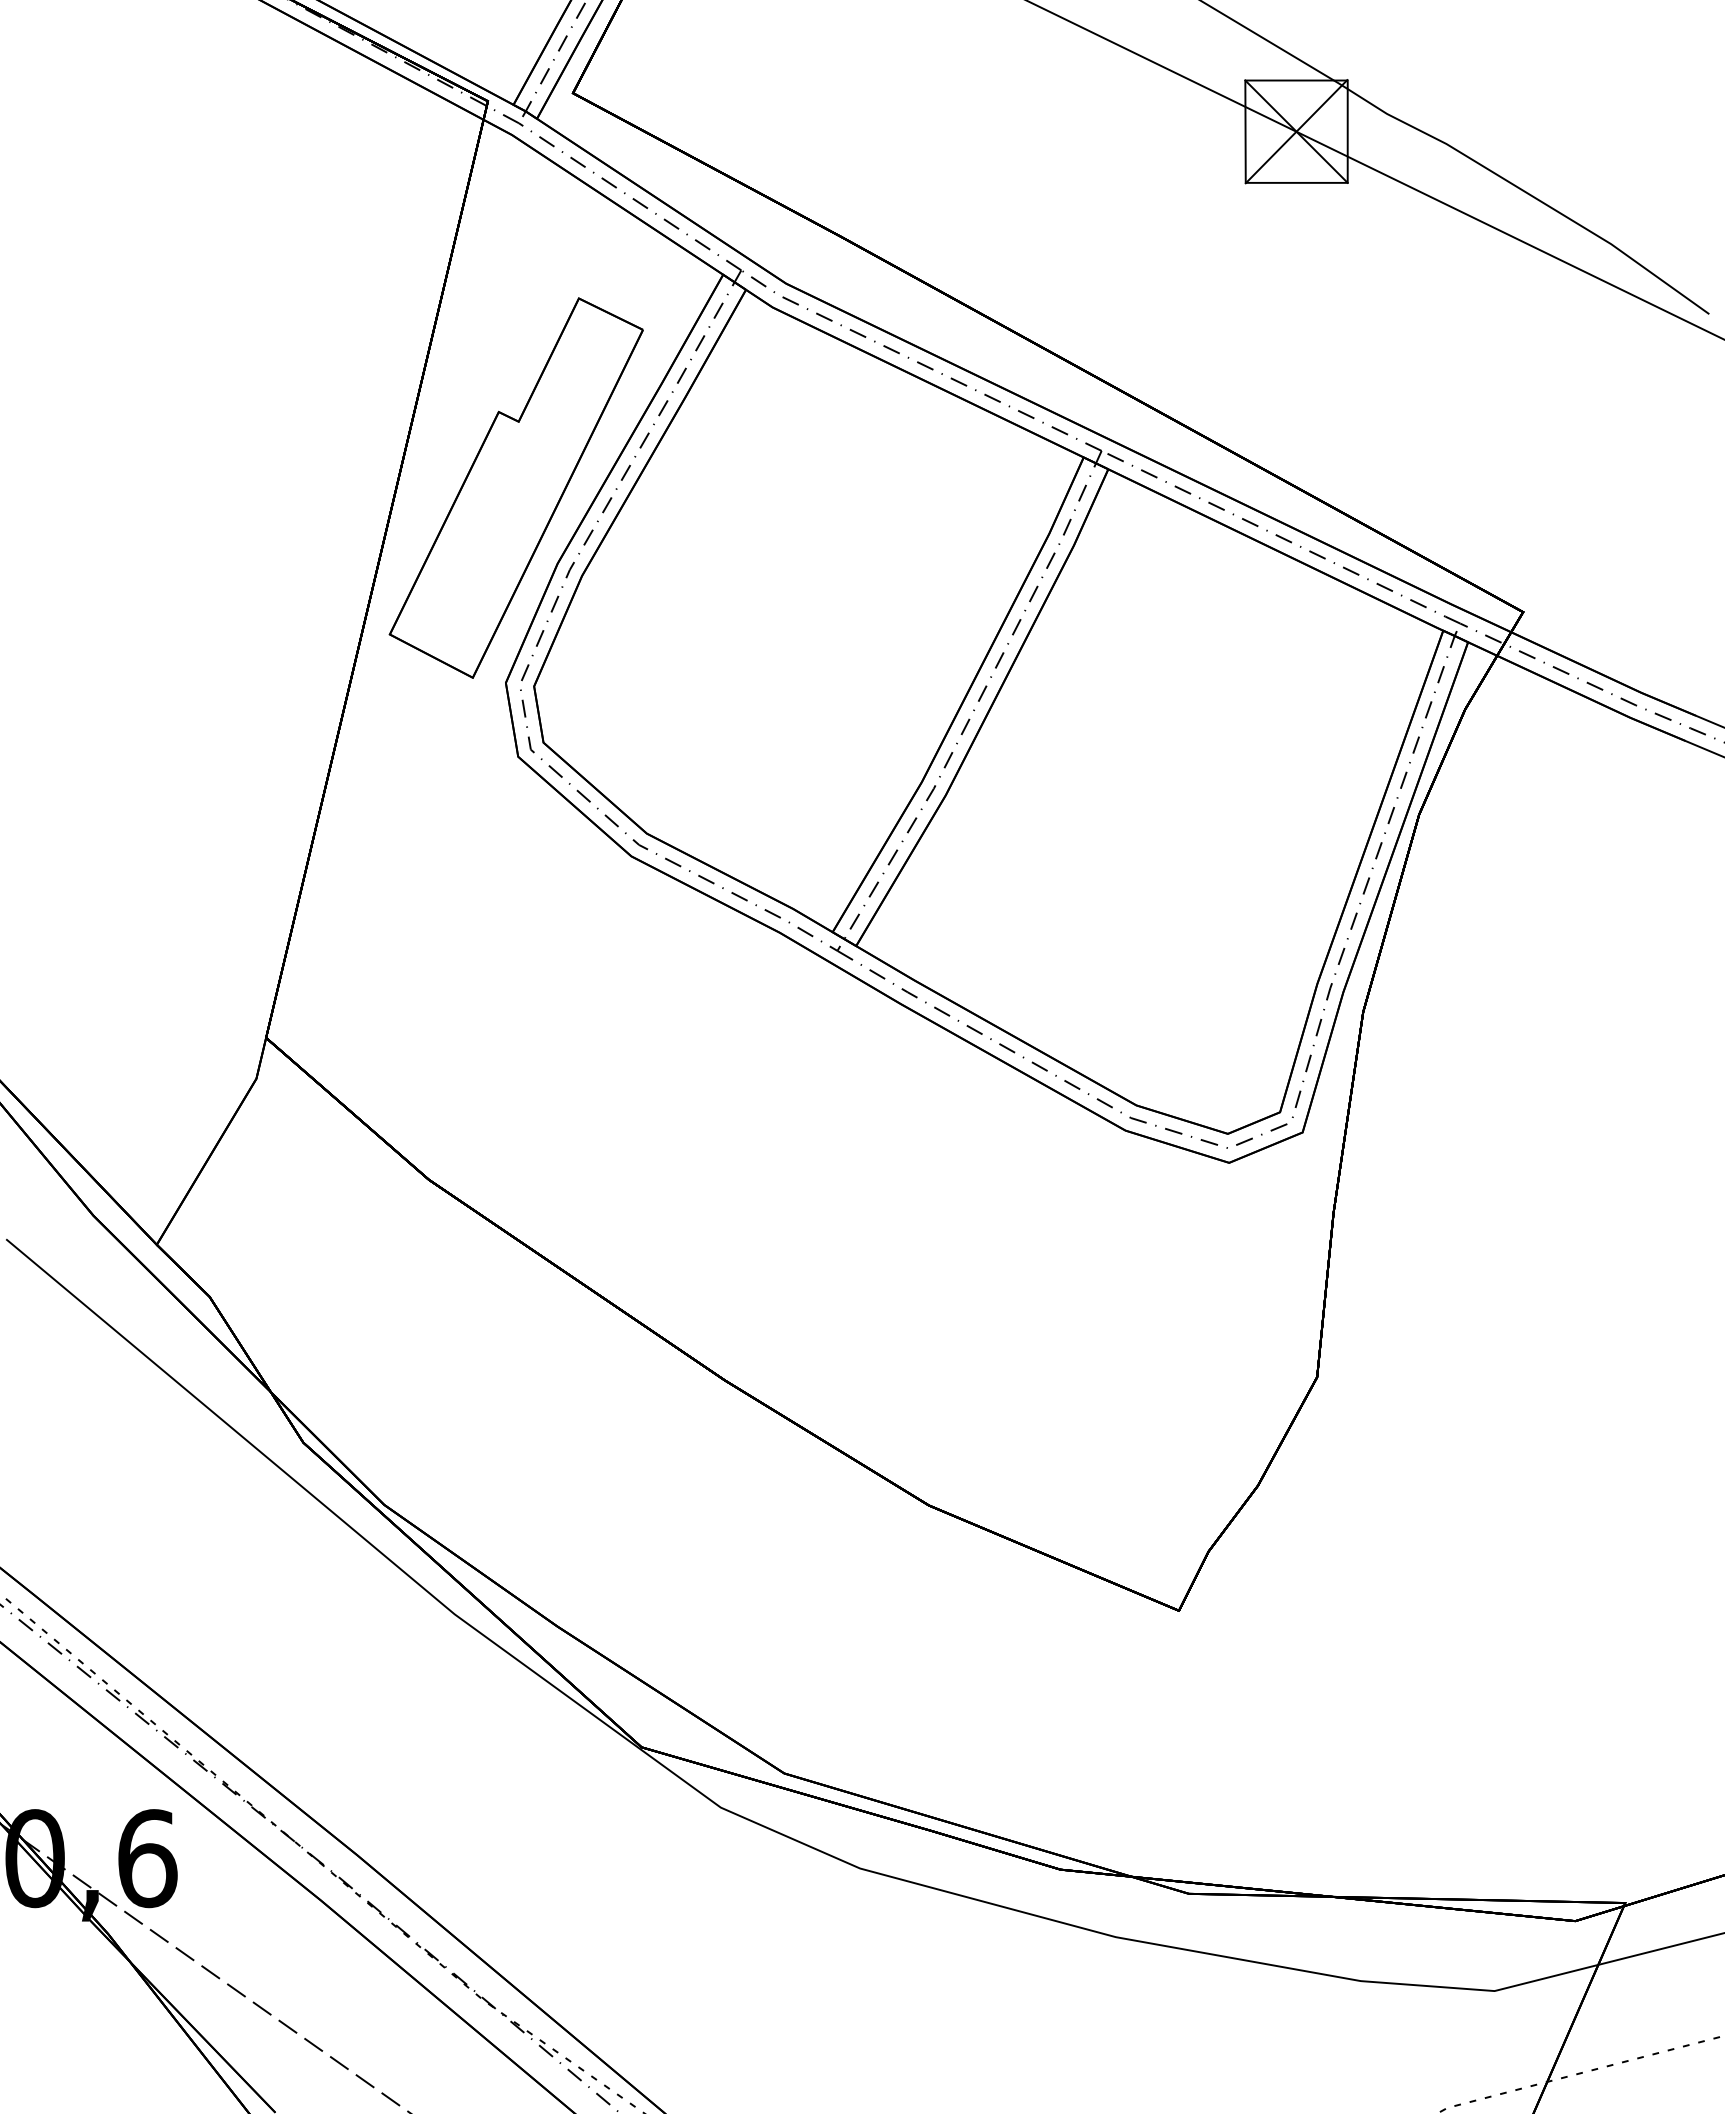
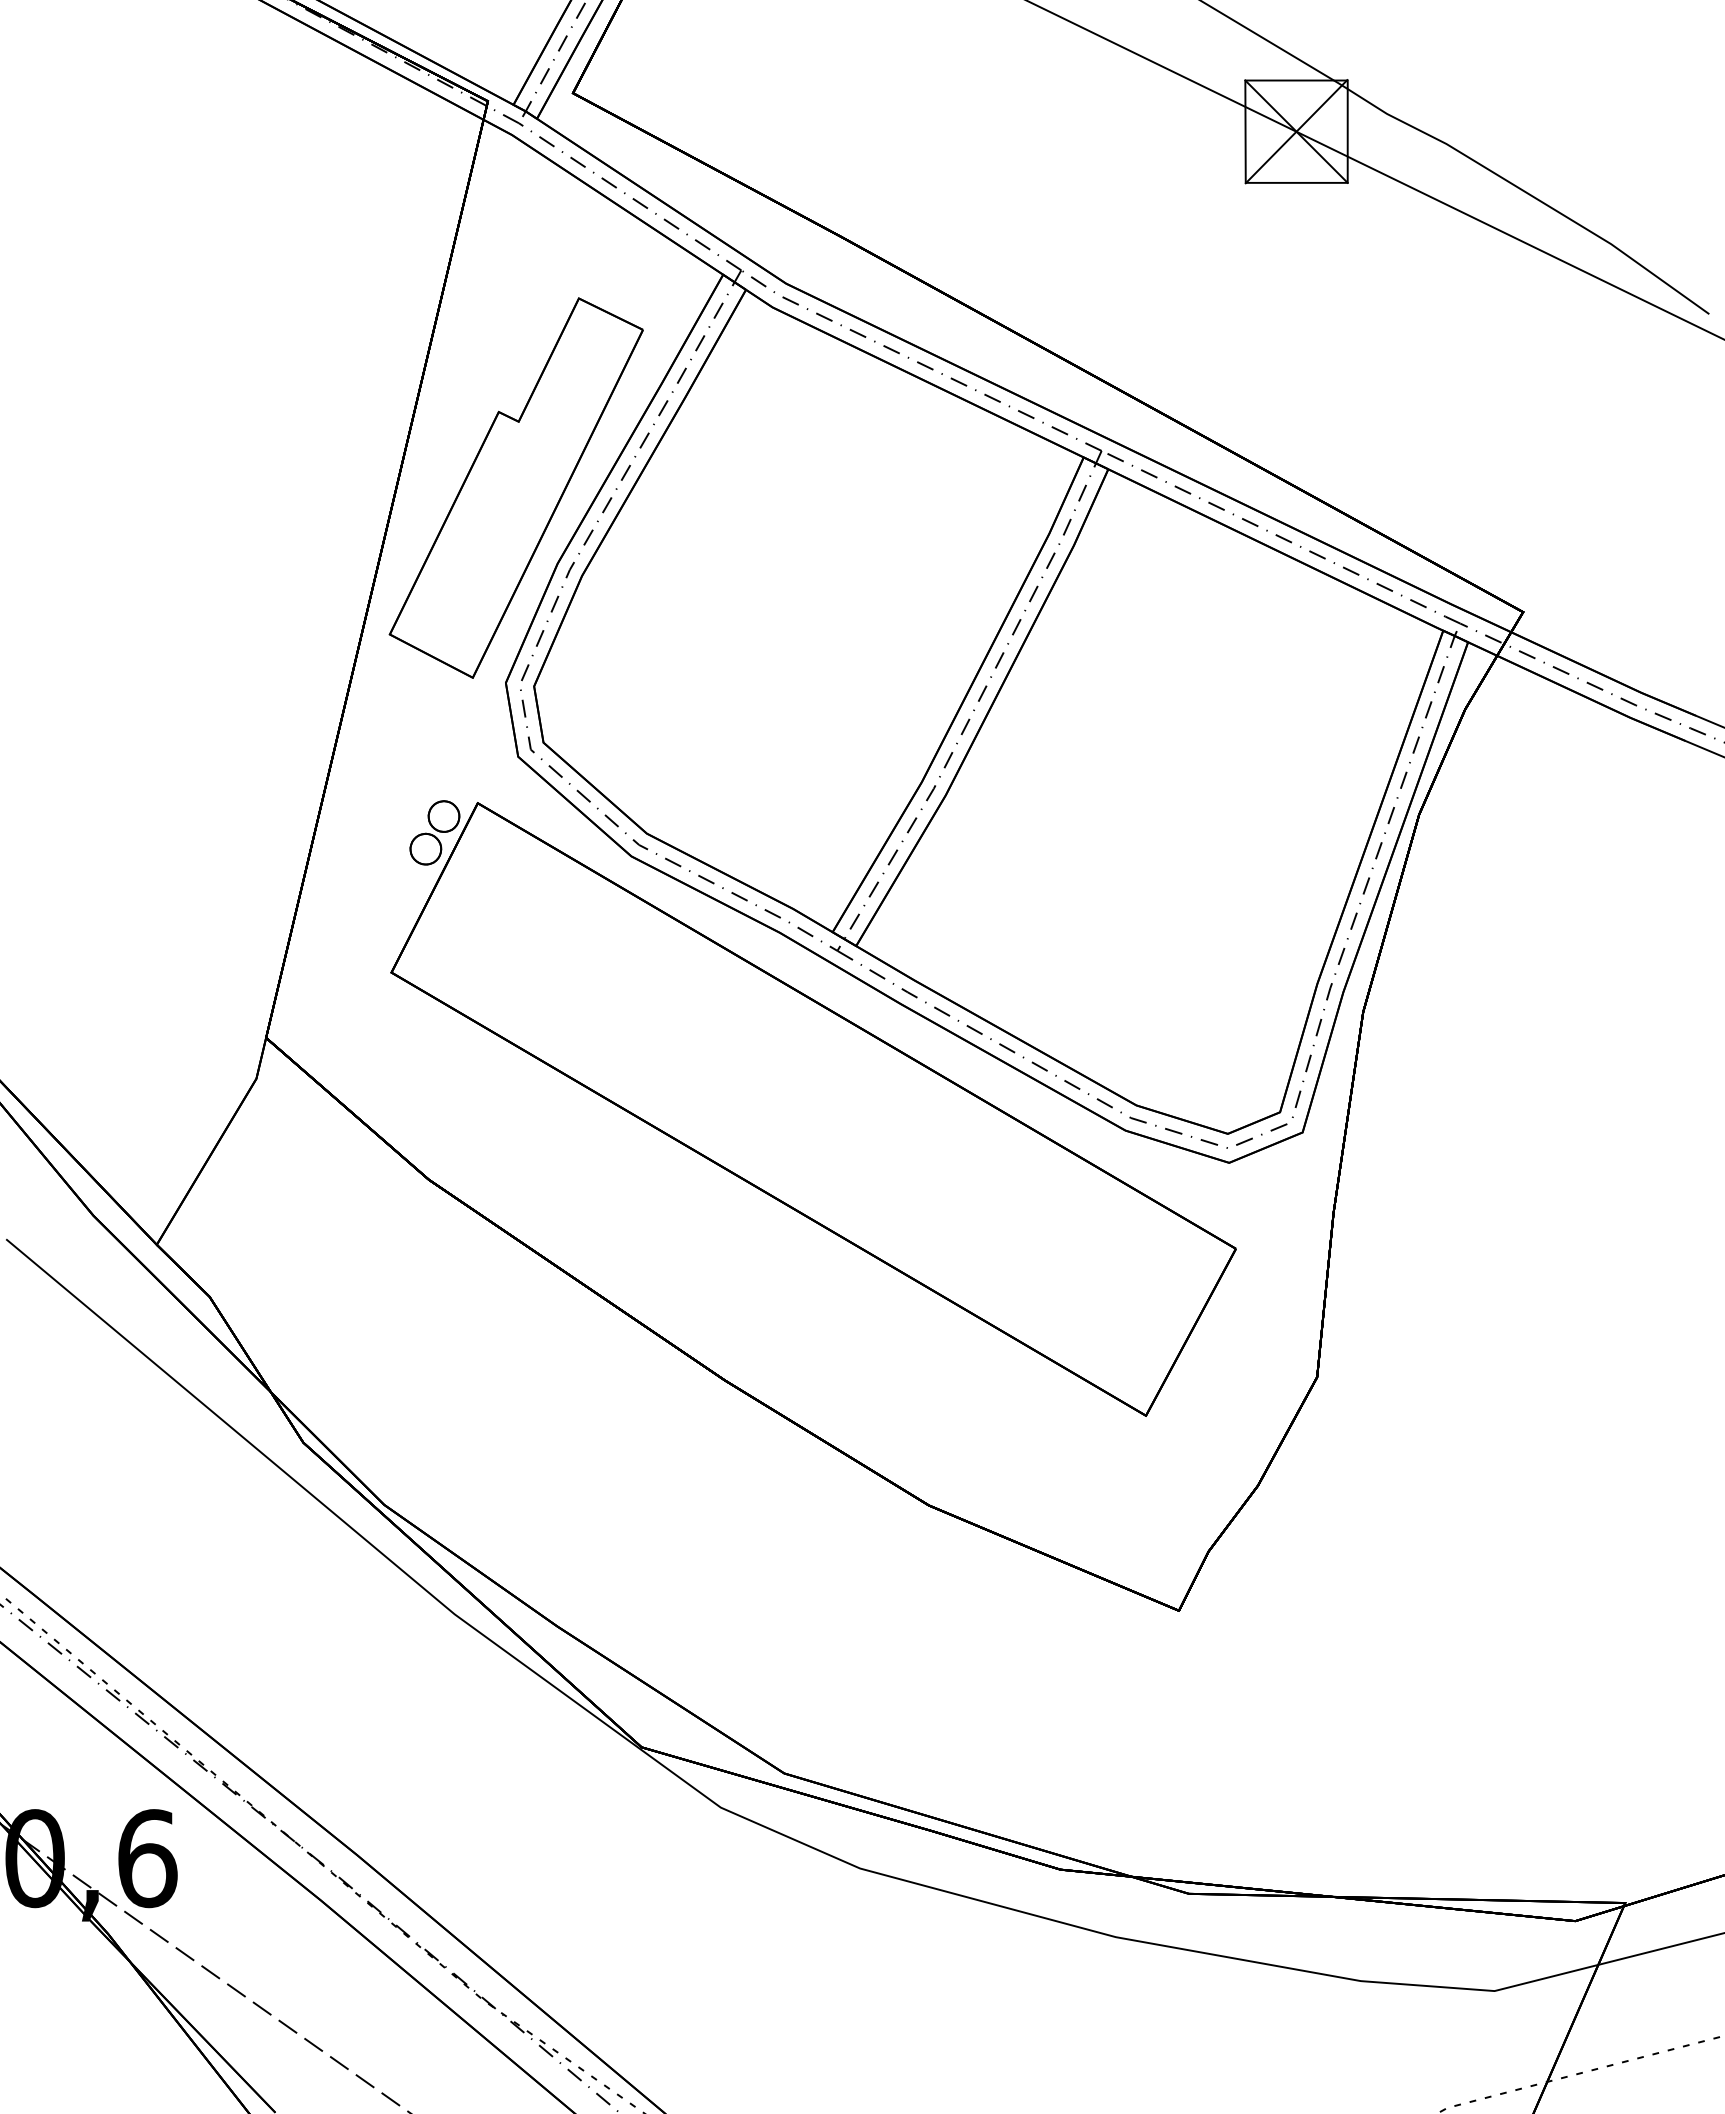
part at (813, 1108): none -> present
